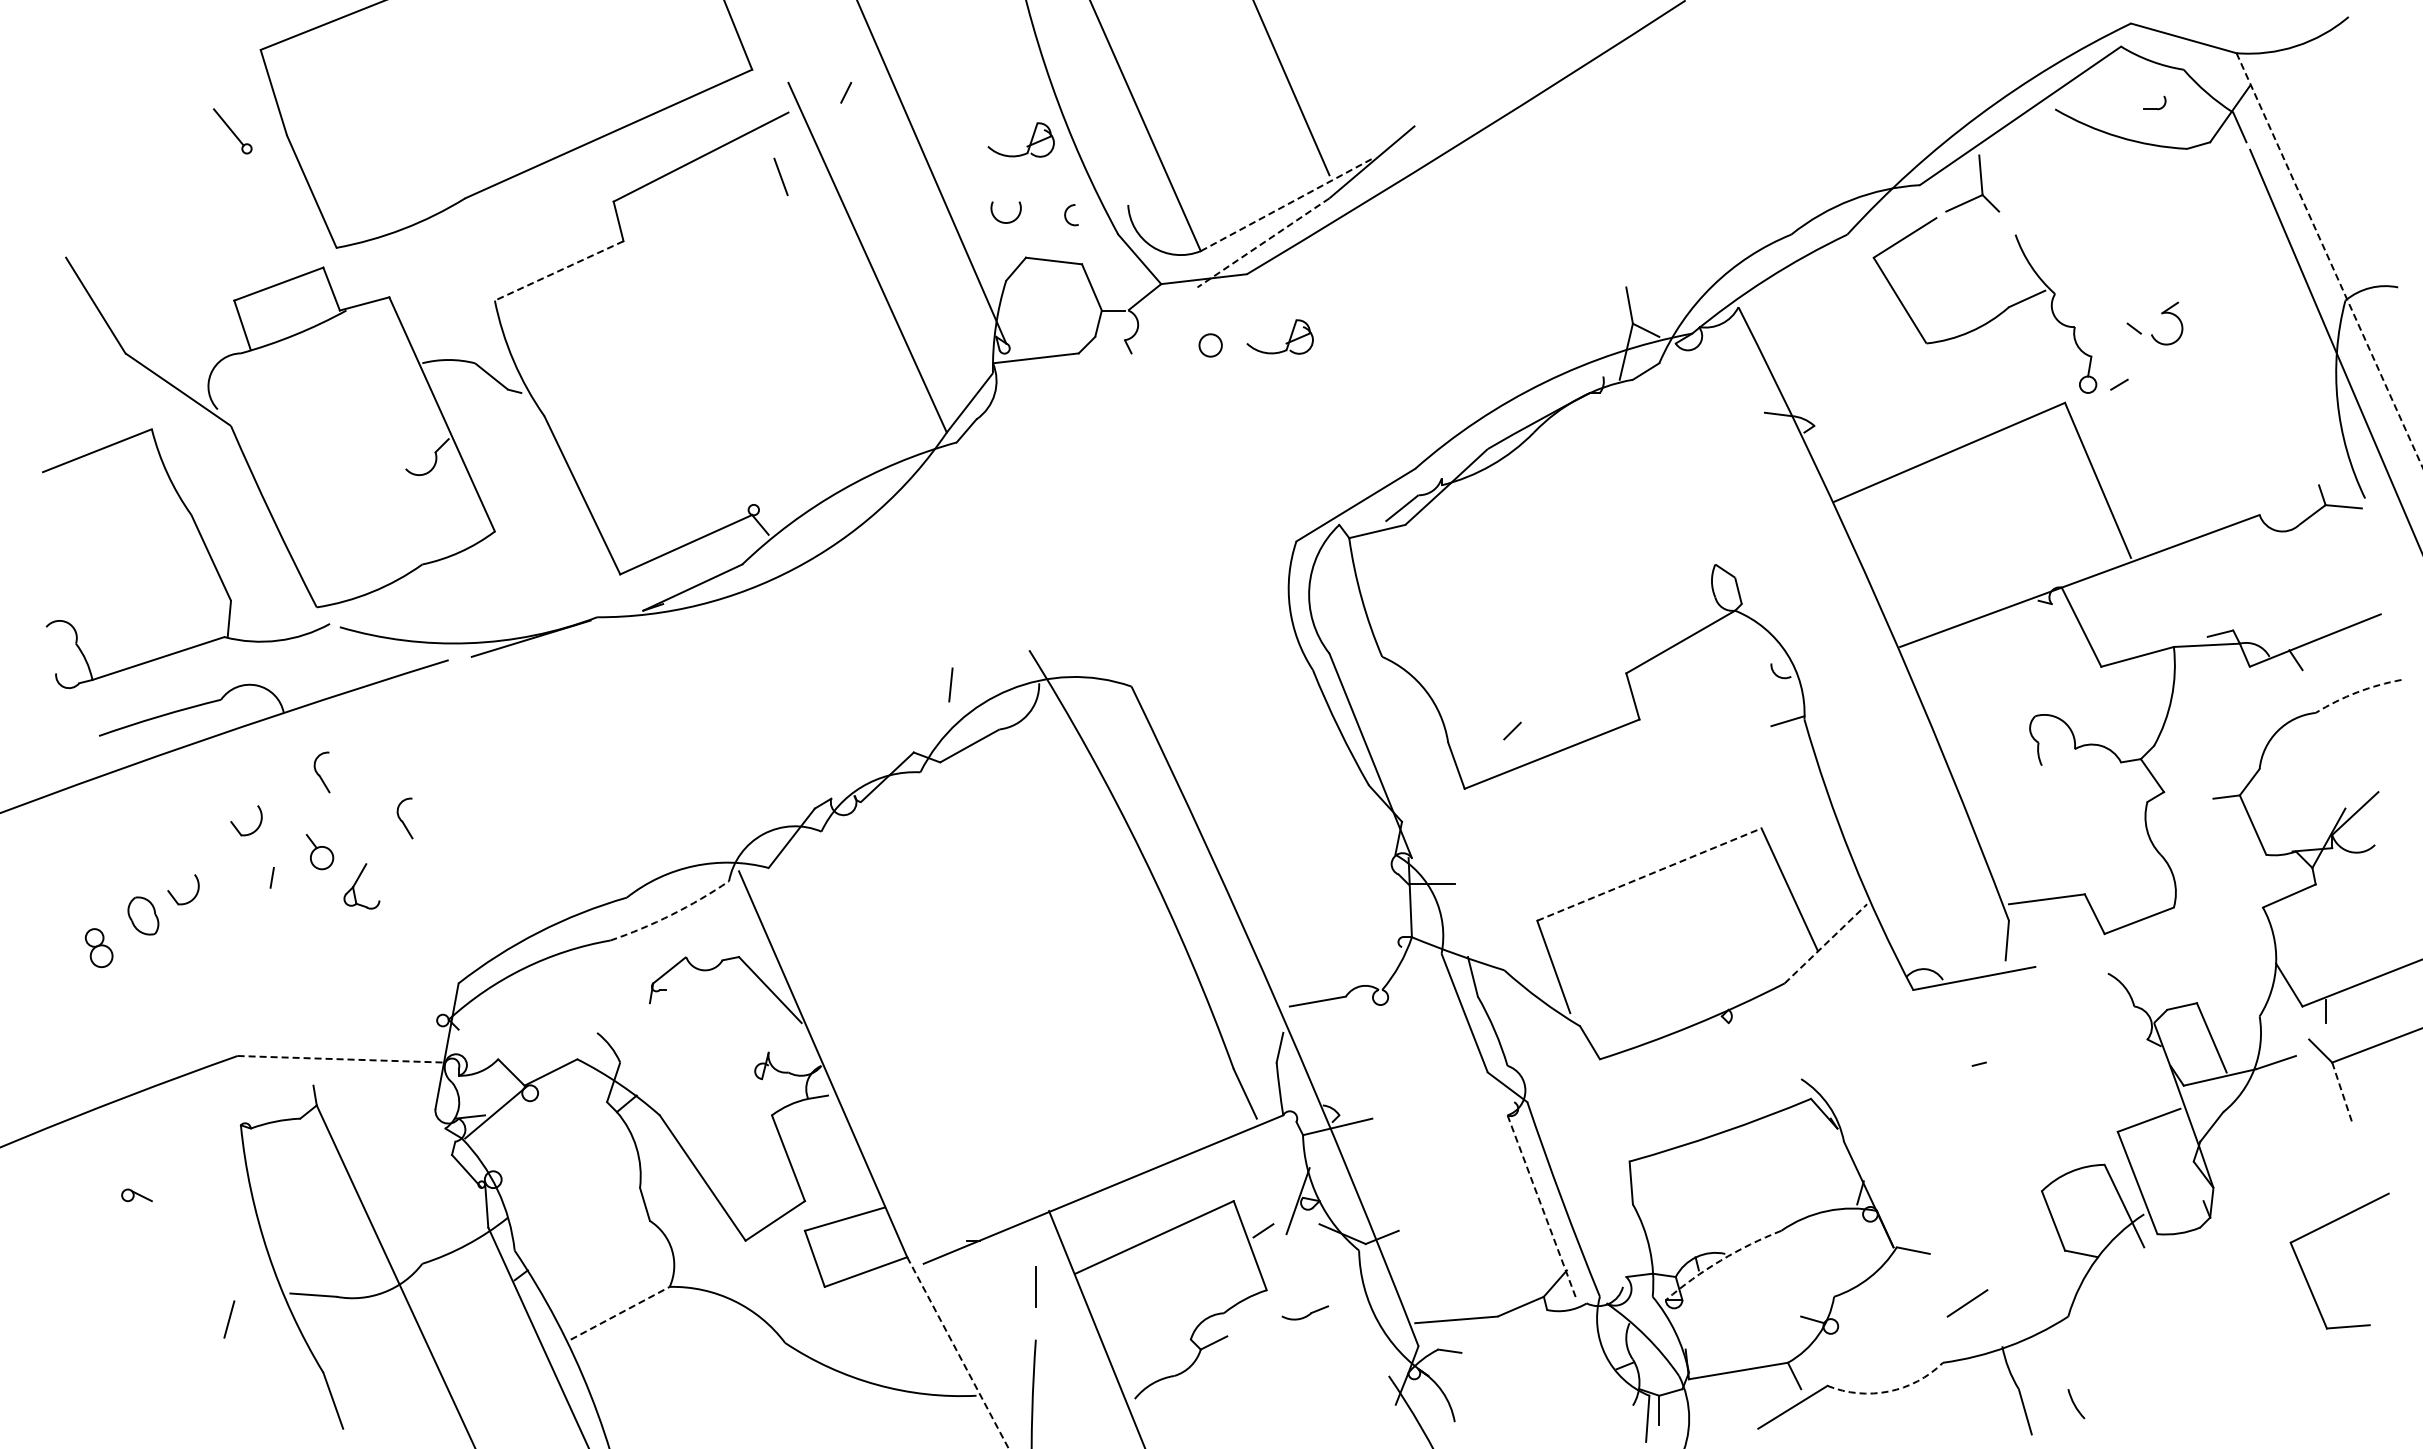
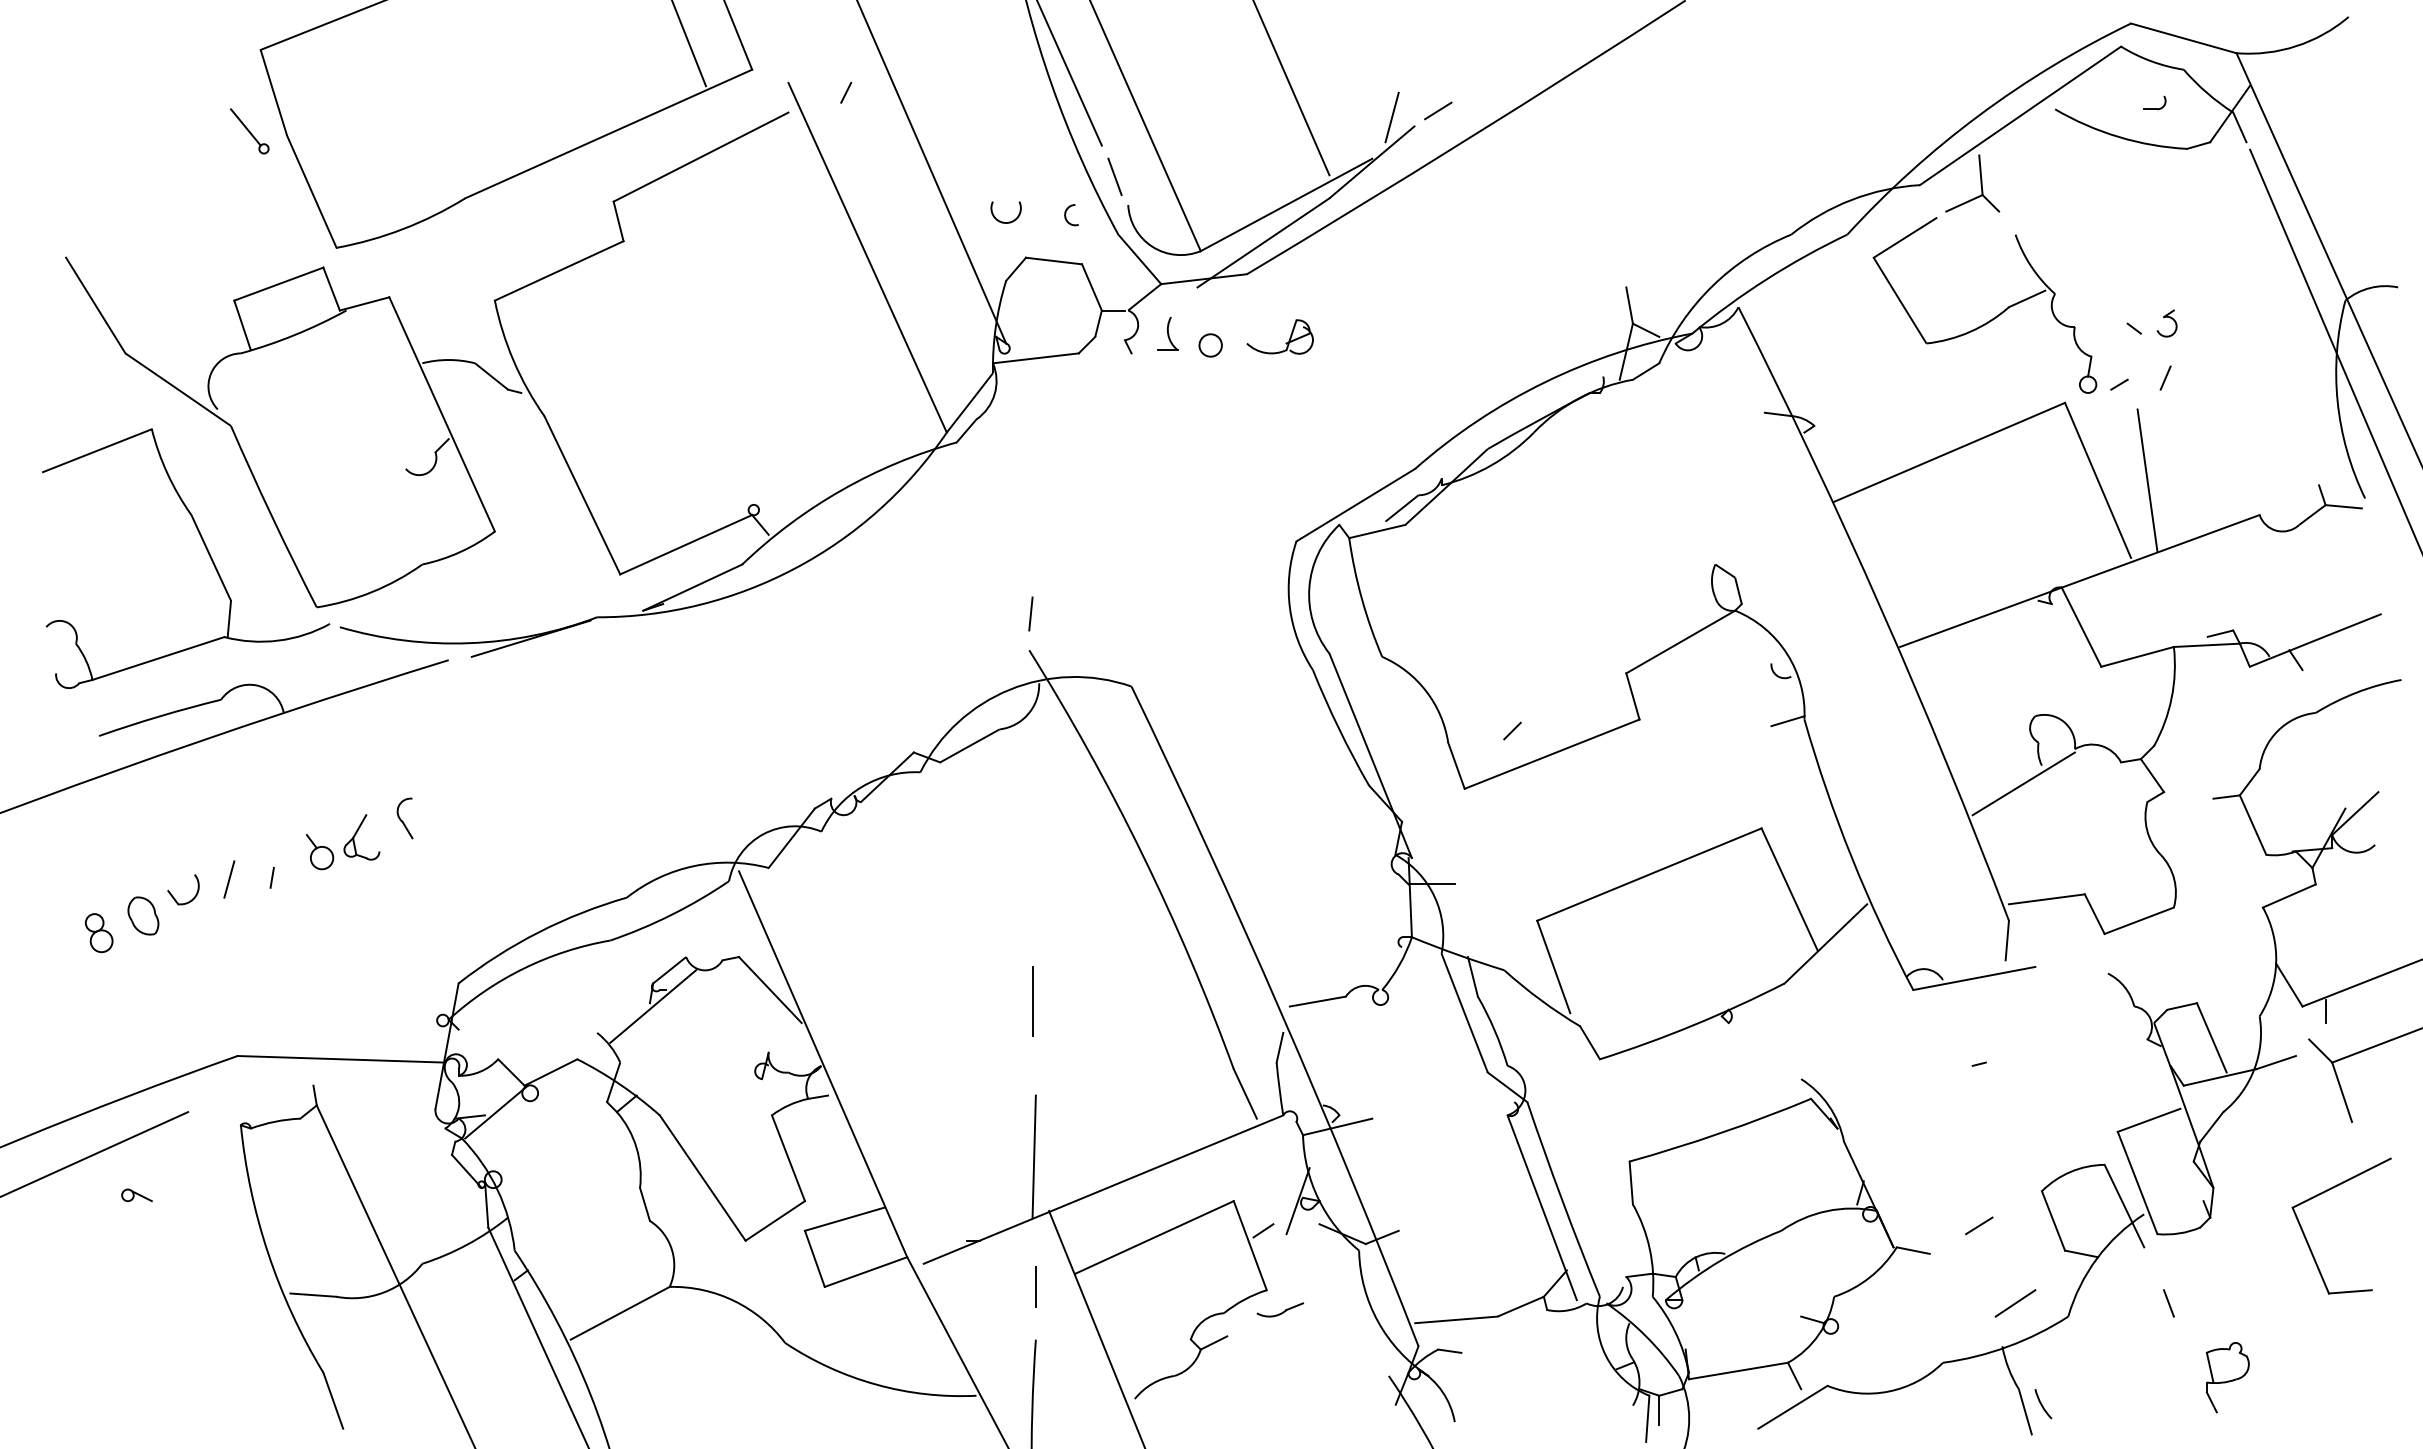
line at (689, 44): none -> present
line at (1069, 73): none -> present
line at (1438, 110): none -> present
line at (1391, 117): none -> present
part at (232, 131) position: (232, 131) -> (249, 131)
part at (1027, 145): present -> none
line at (780, 176) position: (780, 176) -> (1114, 176)
line at (1287, 204): dashed -> solid
line at (1263, 242): dashed -> solid
line at (2329, 261): dashed -> solid
line at (559, 270): dashed -> solid
part at (2167, 323) size: 33x45 px -> 22x29 px
part at (1167, 333): none -> present
line at (2165, 377): none -> present
line at (2147, 480): none -> present
line at (950, 684) position: (950, 684) -> (1030, 613)
arc at (2357, 692): dashed -> solid
part at (321, 772): present -> none
line at (2023, 783): none -> present
part at (237, 828): present -> none
line at (1649, 874): dashed -> solid
part at (361, 886) position: (361, 886) -> (361, 837)
arc at (671, 914): dashed -> solid
line at (1826, 943): dashed -> solid
part at (99, 948) position: (99, 948) -> (99, 933)
line at (1032, 1001): none -> present
line at (653, 1006): none -> present
line at (341, 1059): dashed -> solid
line at (2342, 1092): dashed -> solid
line at (95, 1154): none -> present
line at (1033, 1156): none -> present
line at (1542, 1207): dashed -> solid
line at (1979, 1225): none -> present
part at (2323, 1227) position: (2323, 1227) -> (2325, 1192)
arc at (1720, 1260): dashed -> solid
line at (1967, 1303) position: (1967, 1303) -> (2015, 1303)
line at (2168, 1303): none -> present
part at (1305, 1312) position: (1305, 1312) -> (1280, 1309)
line at (620, 1313): dashed -> solid
line at (229, 1319) position: (229, 1319) -> (229, 879)
line at (958, 1353): dashed -> solid
part at (2227, 1377): none -> present
arc at (1888, 1391): dashed -> solid
arc at (2075, 1404) position: (2075, 1404) -> (2042, 1404)
